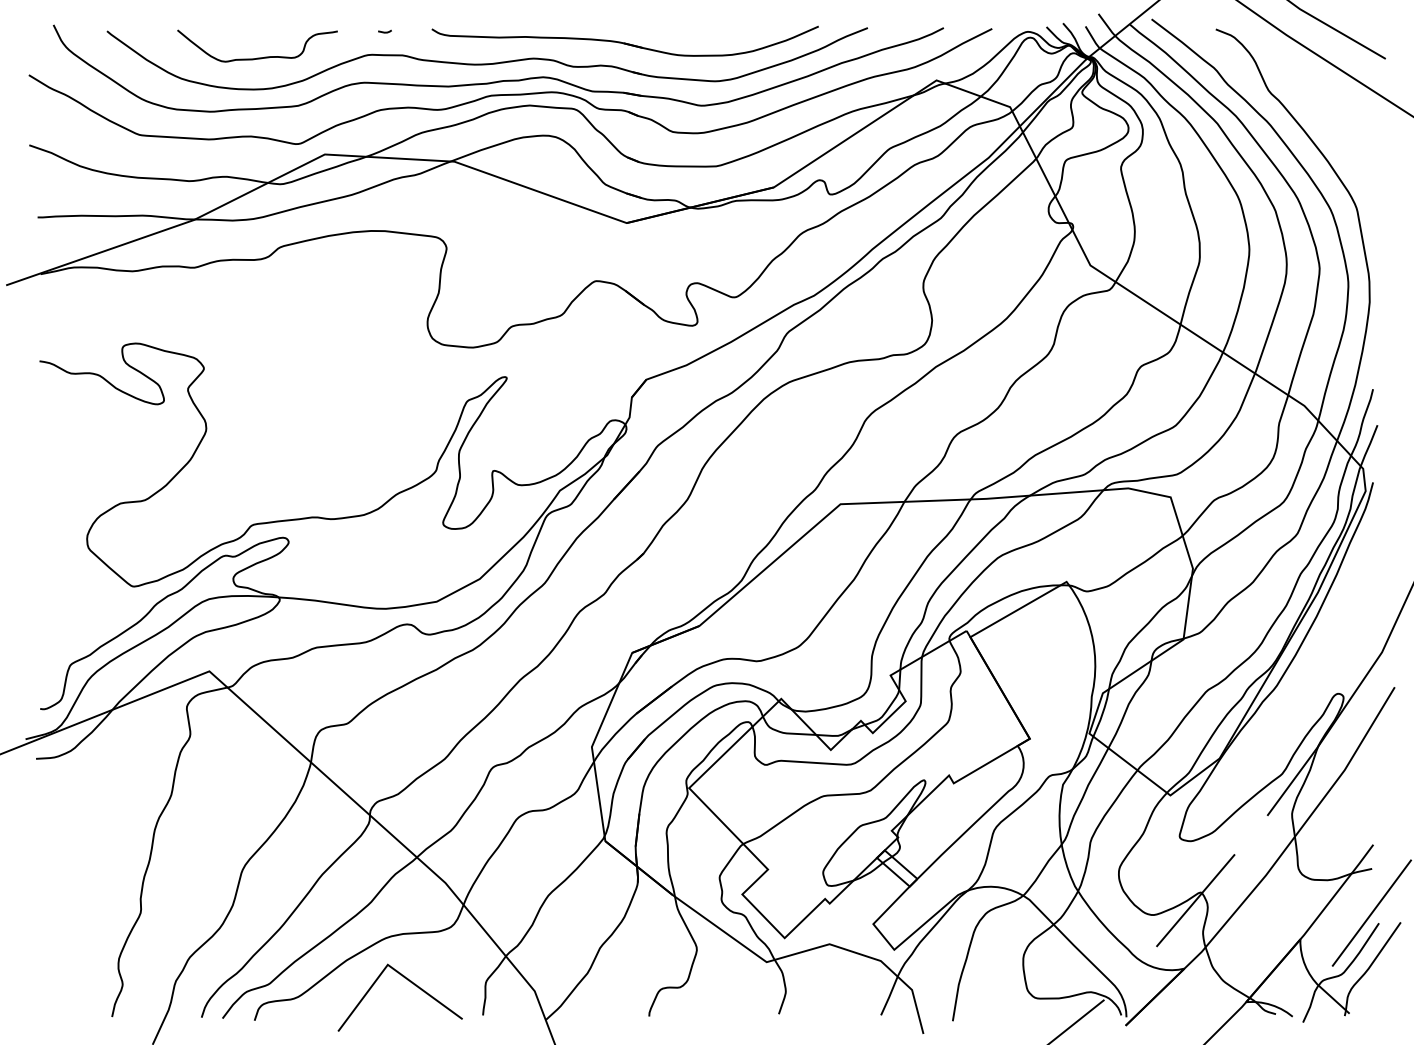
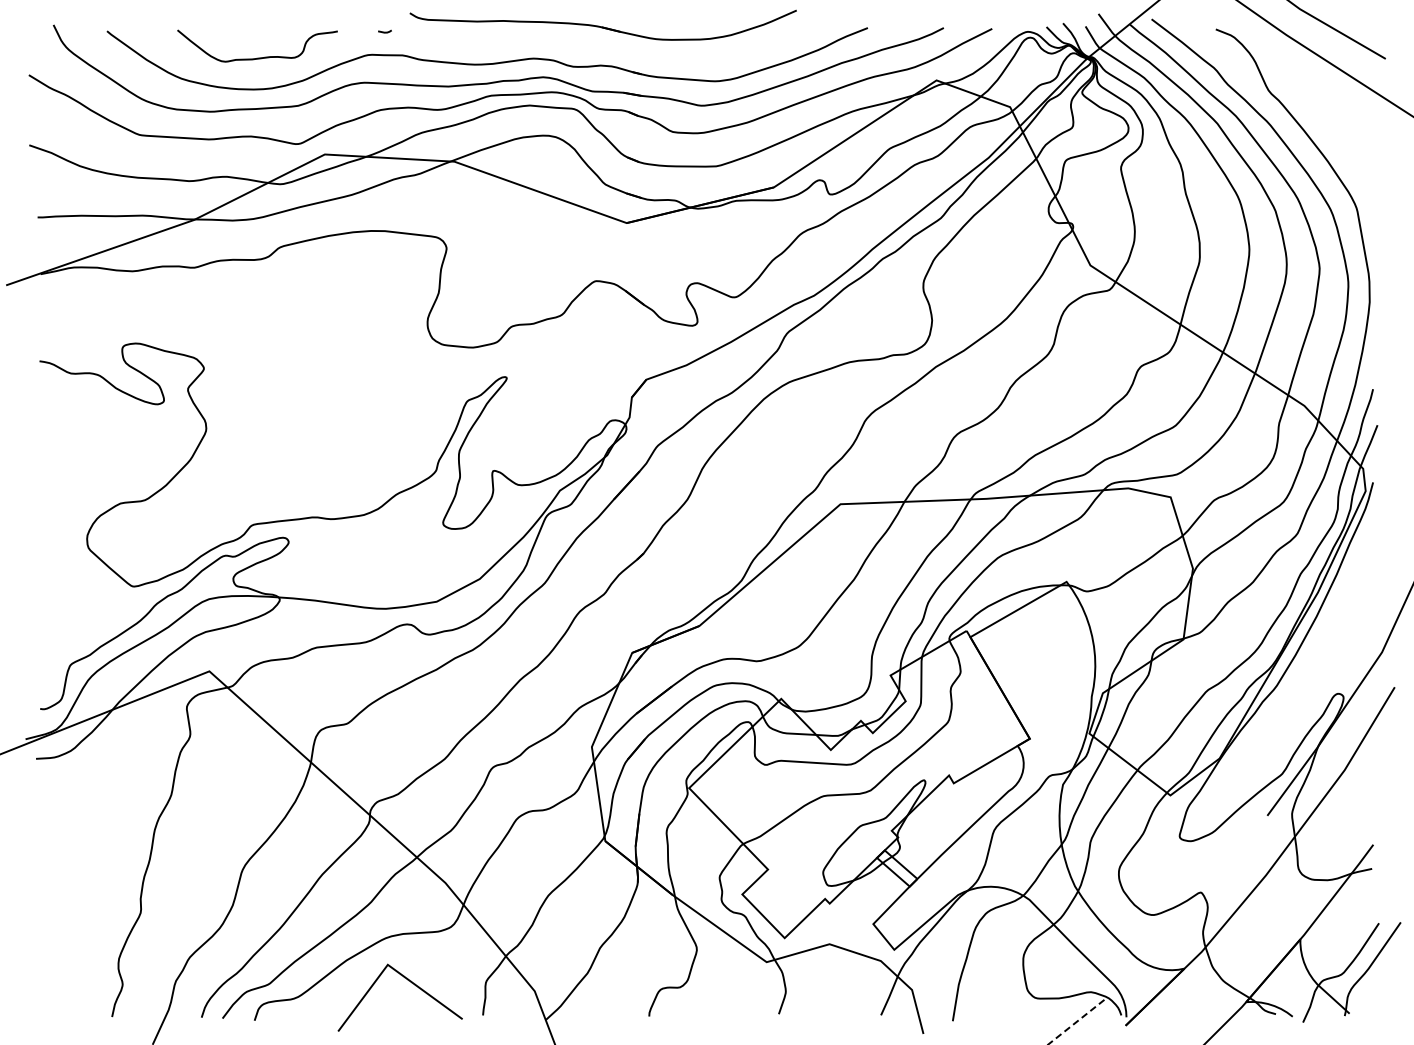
part at (624, 40) position: (624, 40) -> (602, 24)
line at (1195, 900): present -> none
line at (1371, 912): present -> none
line at (1076, 1022): solid -> dashed
